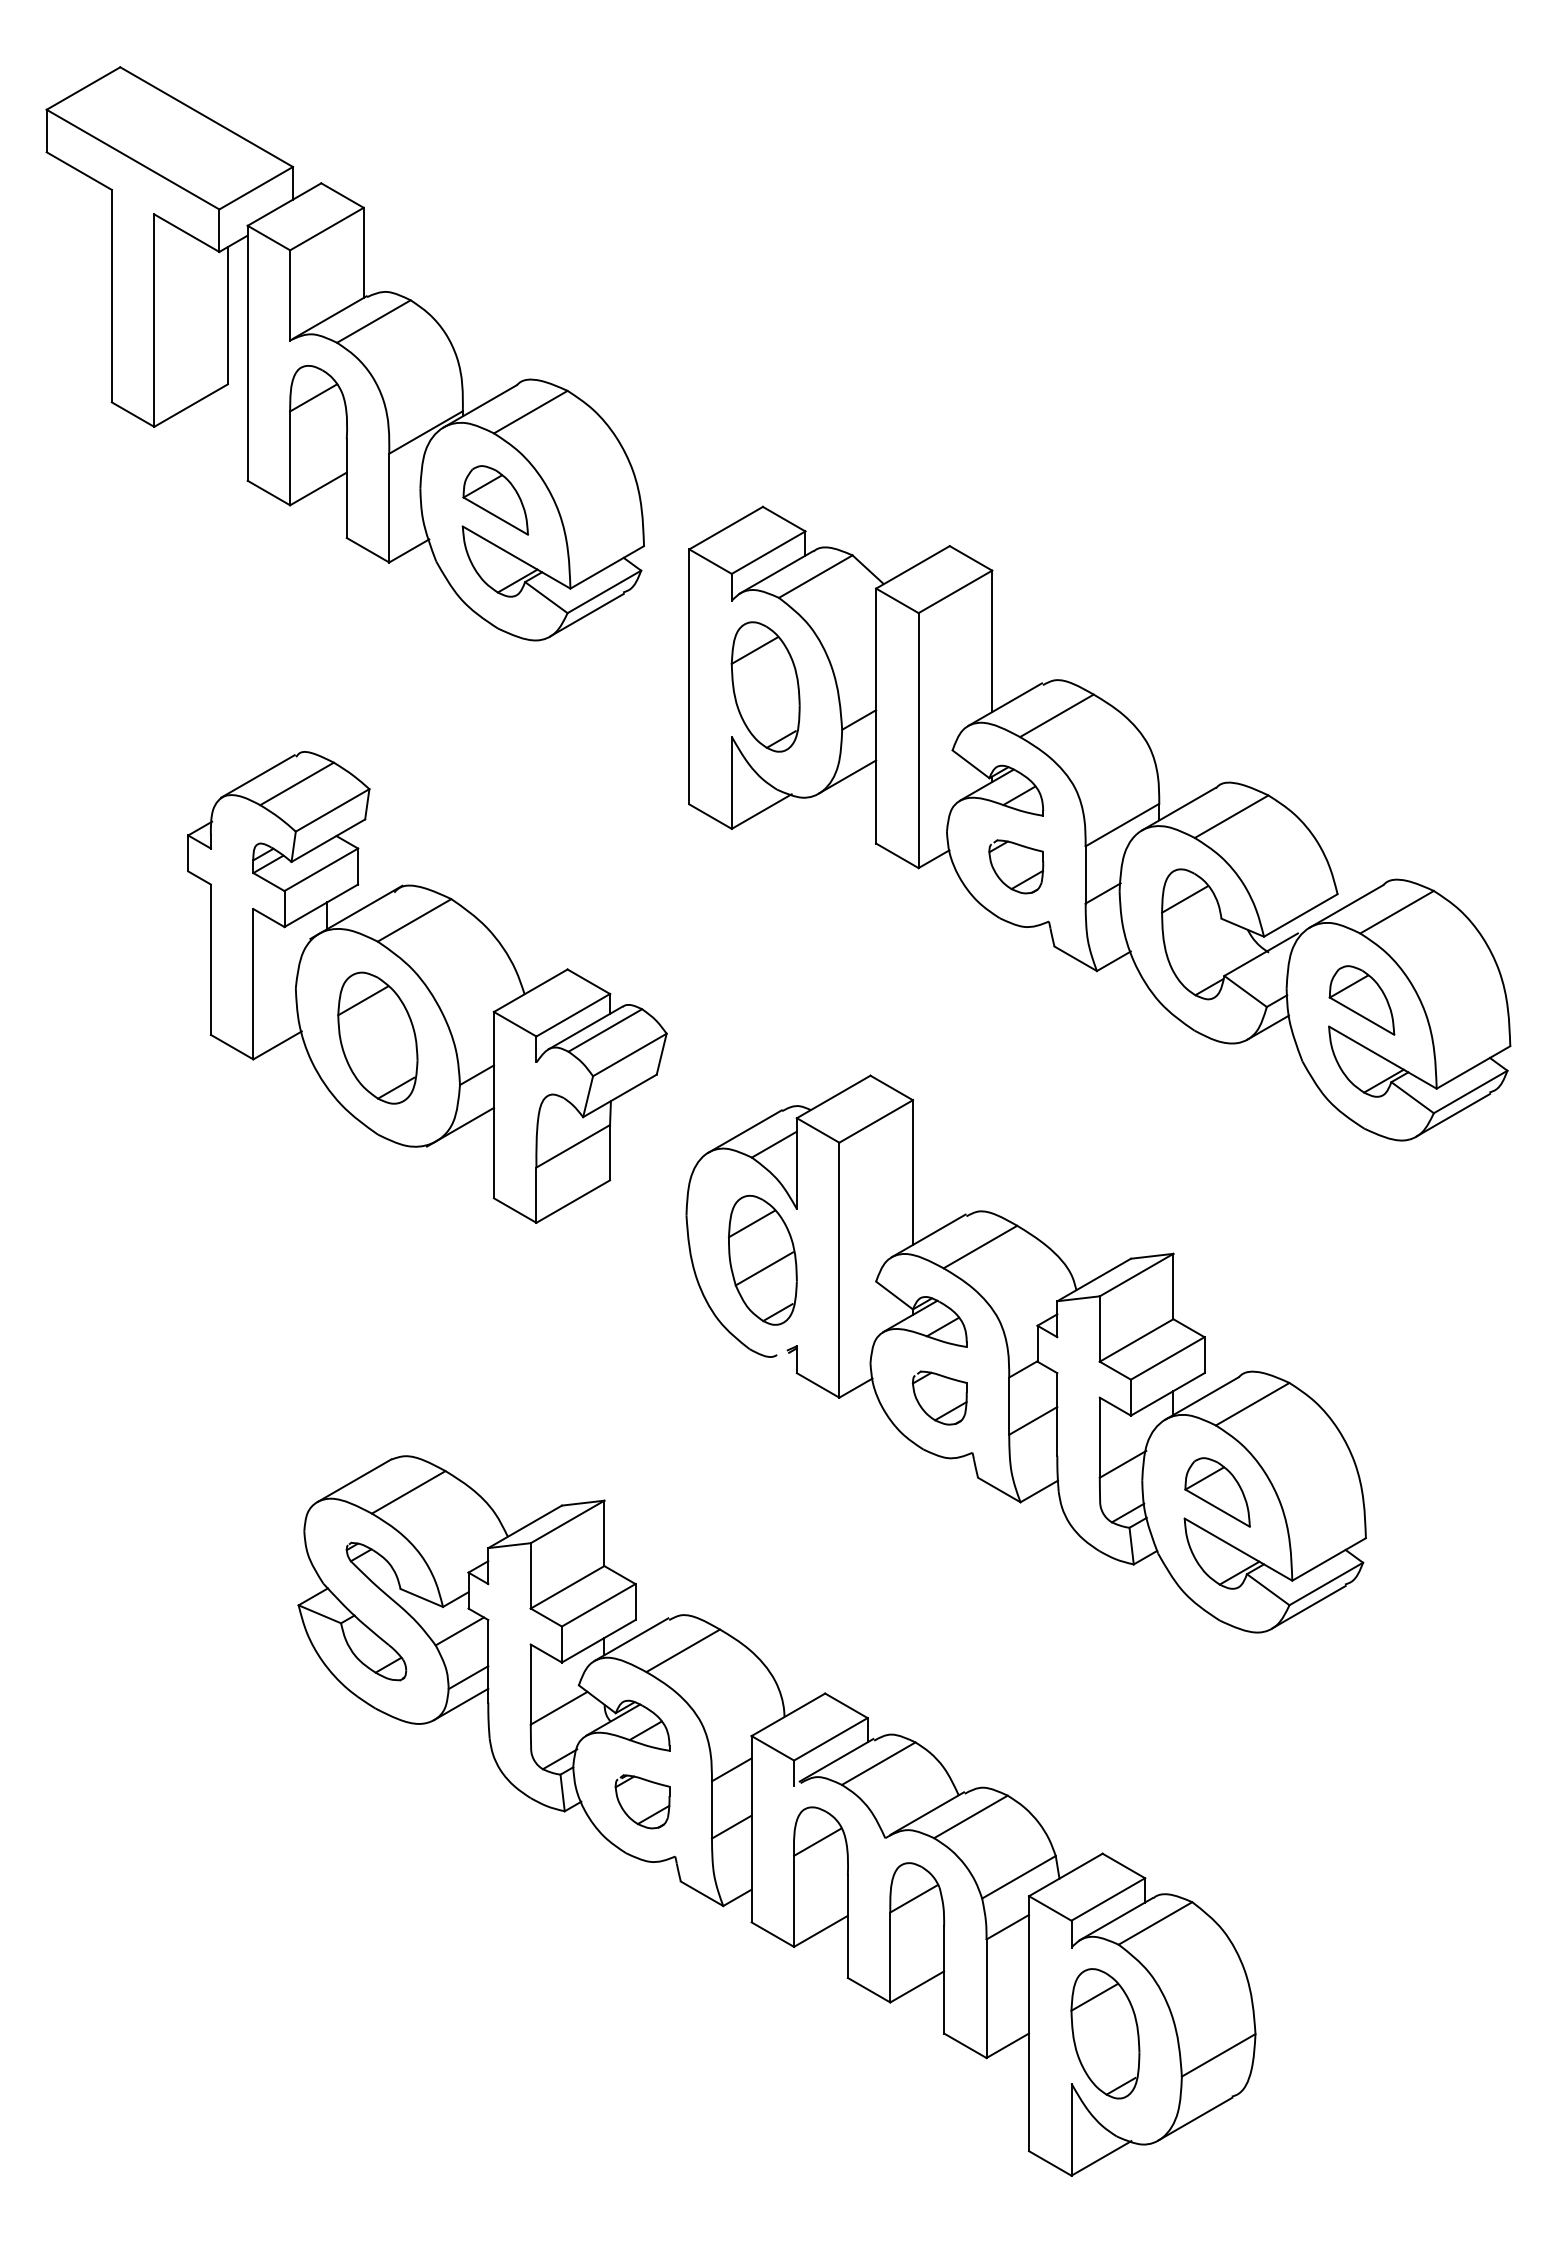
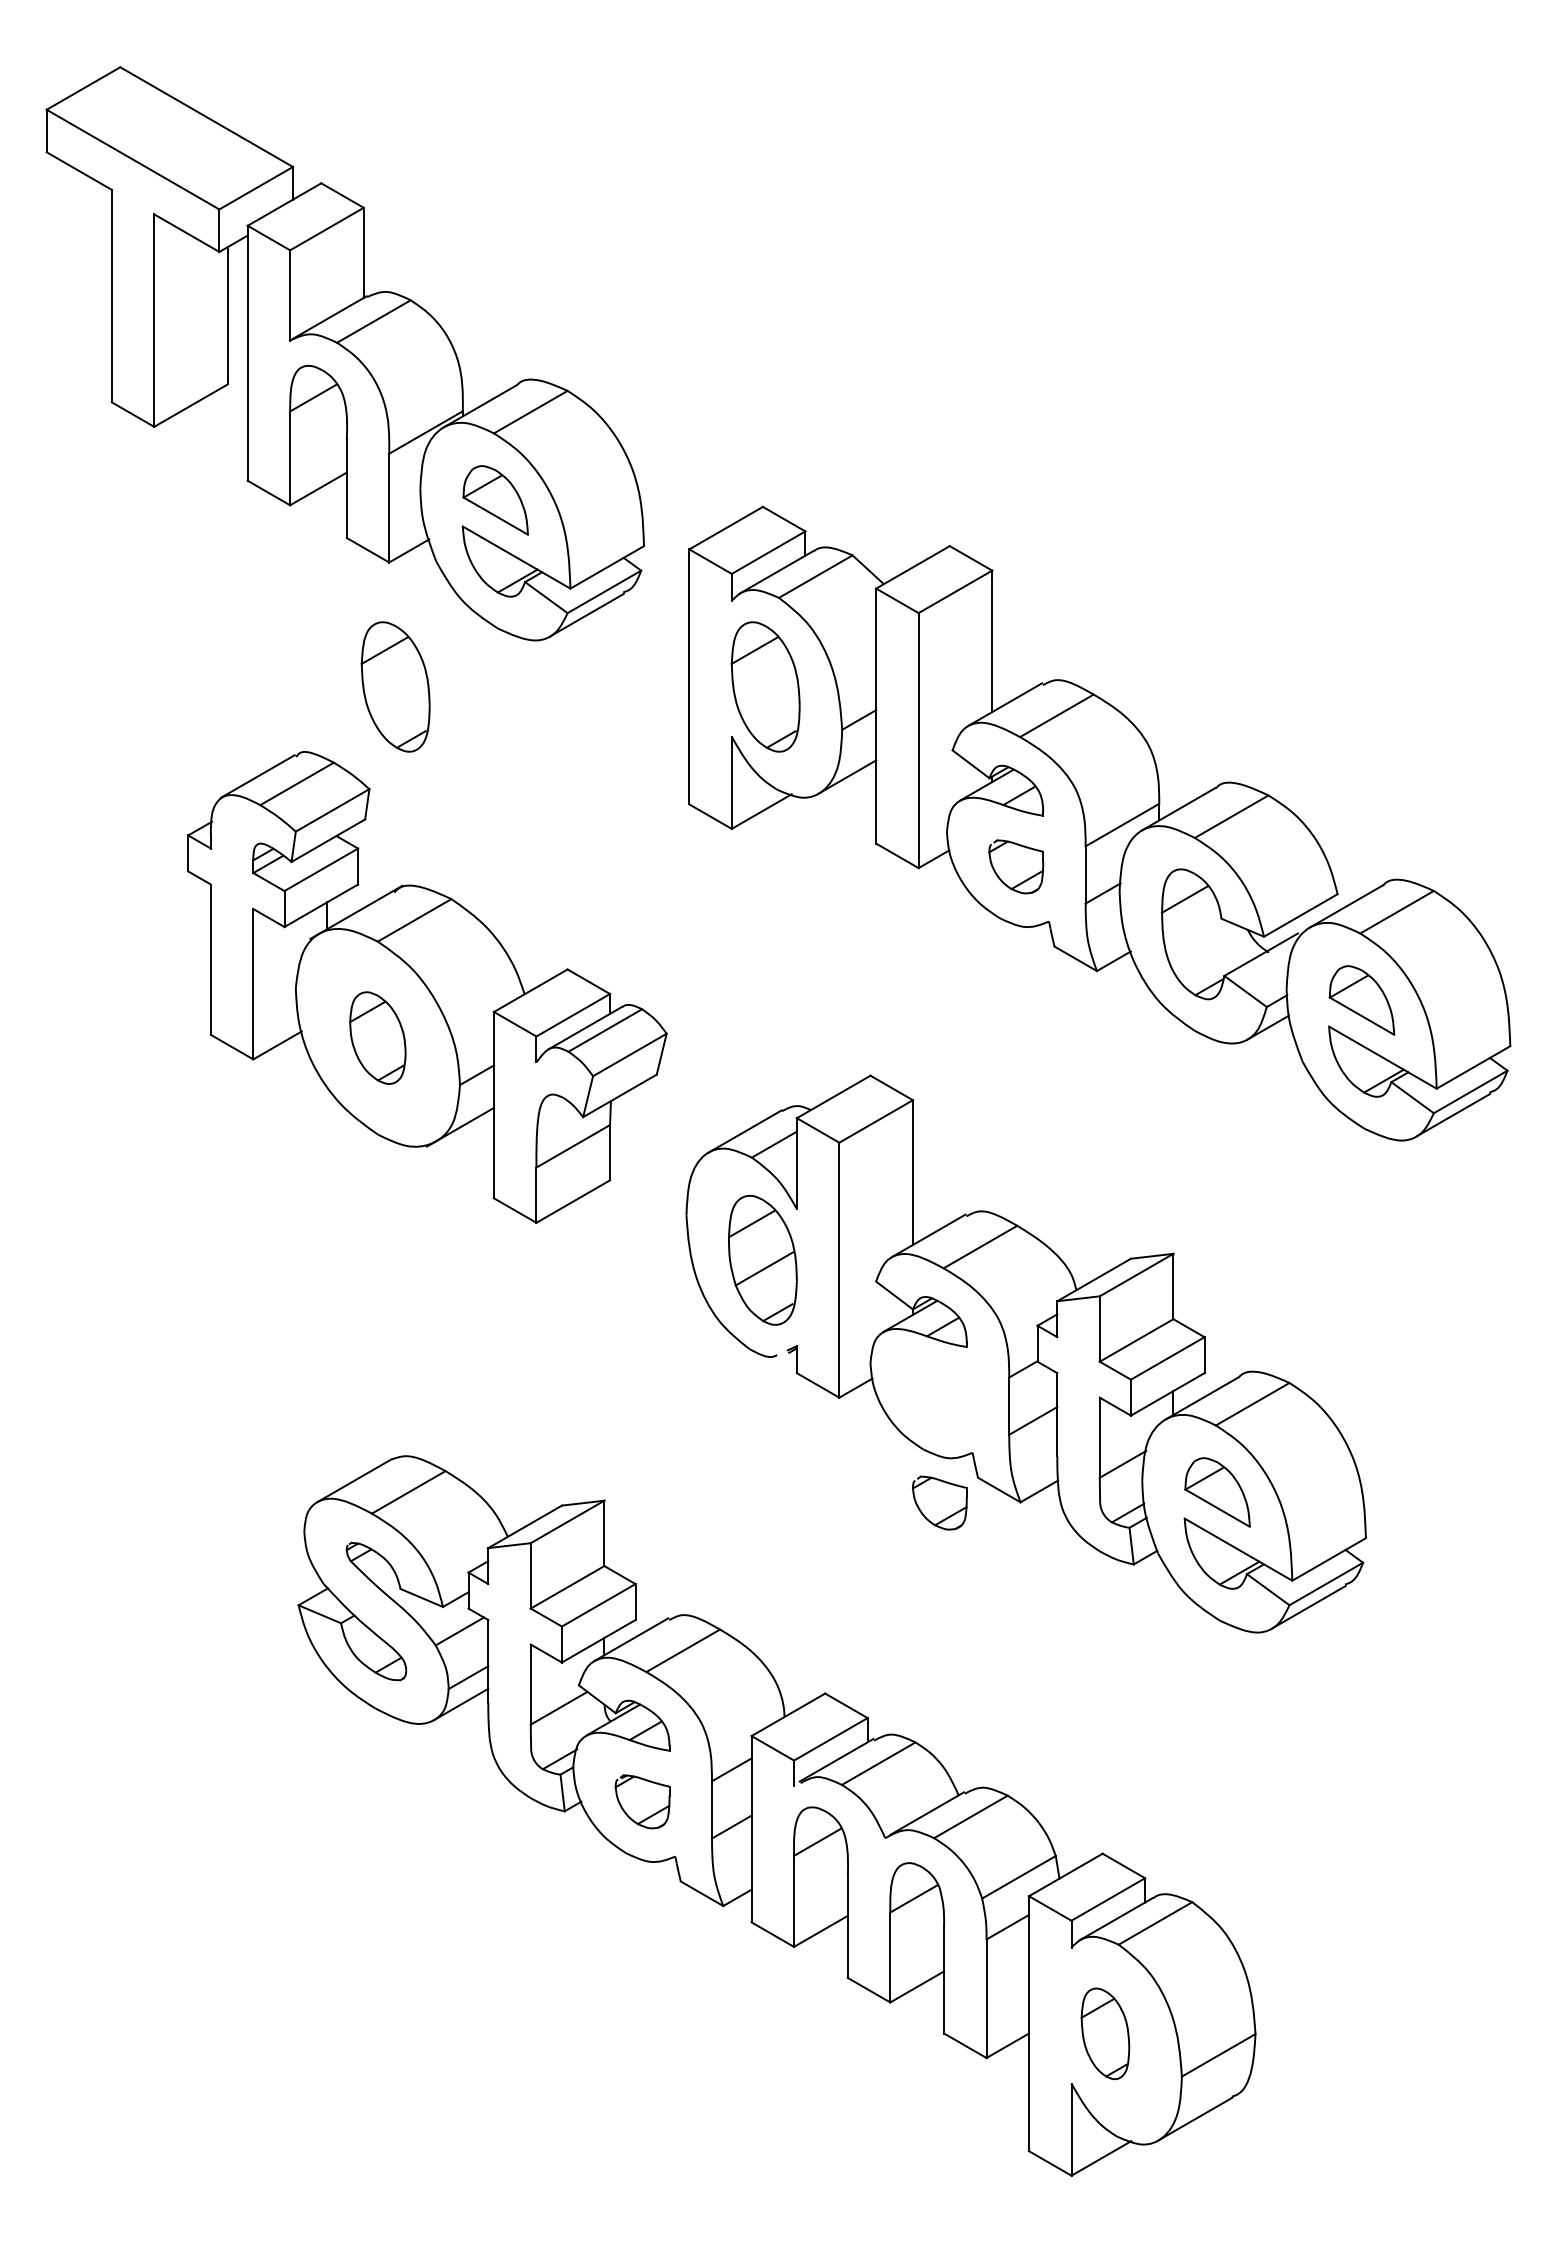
part at (395, 686): none -> present
part at (377, 1037) size: 82x134 px -> 58x94 px
part at (939, 1397) position: (939, 1397) -> (939, 1502)
part at (1105, 2033) size: 71x132 px -> 51x94 px
